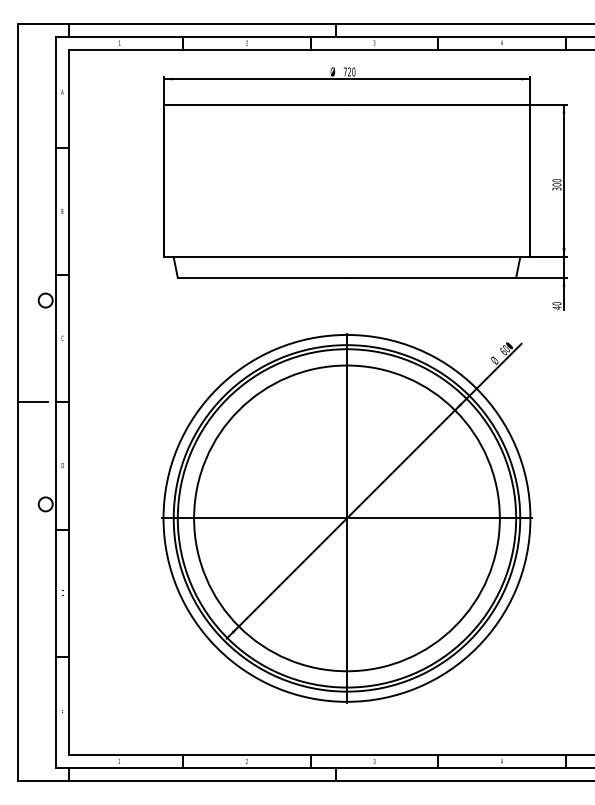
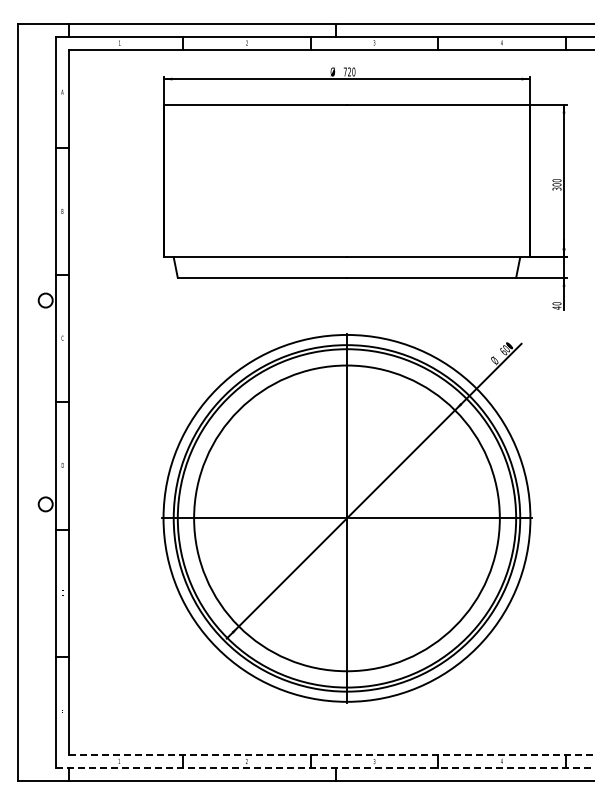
line at (32, 402): present -> none
line at (331, 755): solid -> dashed
line at (325, 768): solid -> dashed
